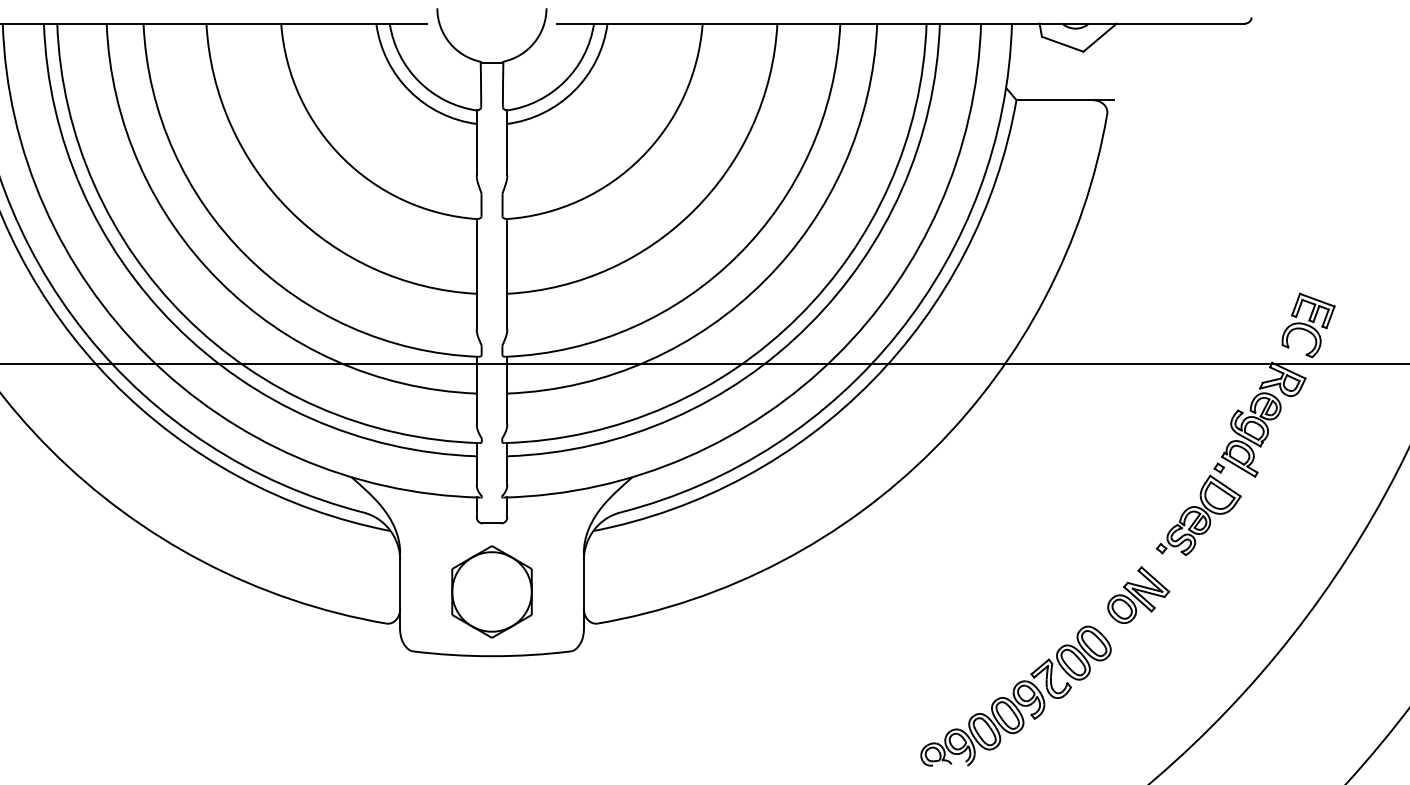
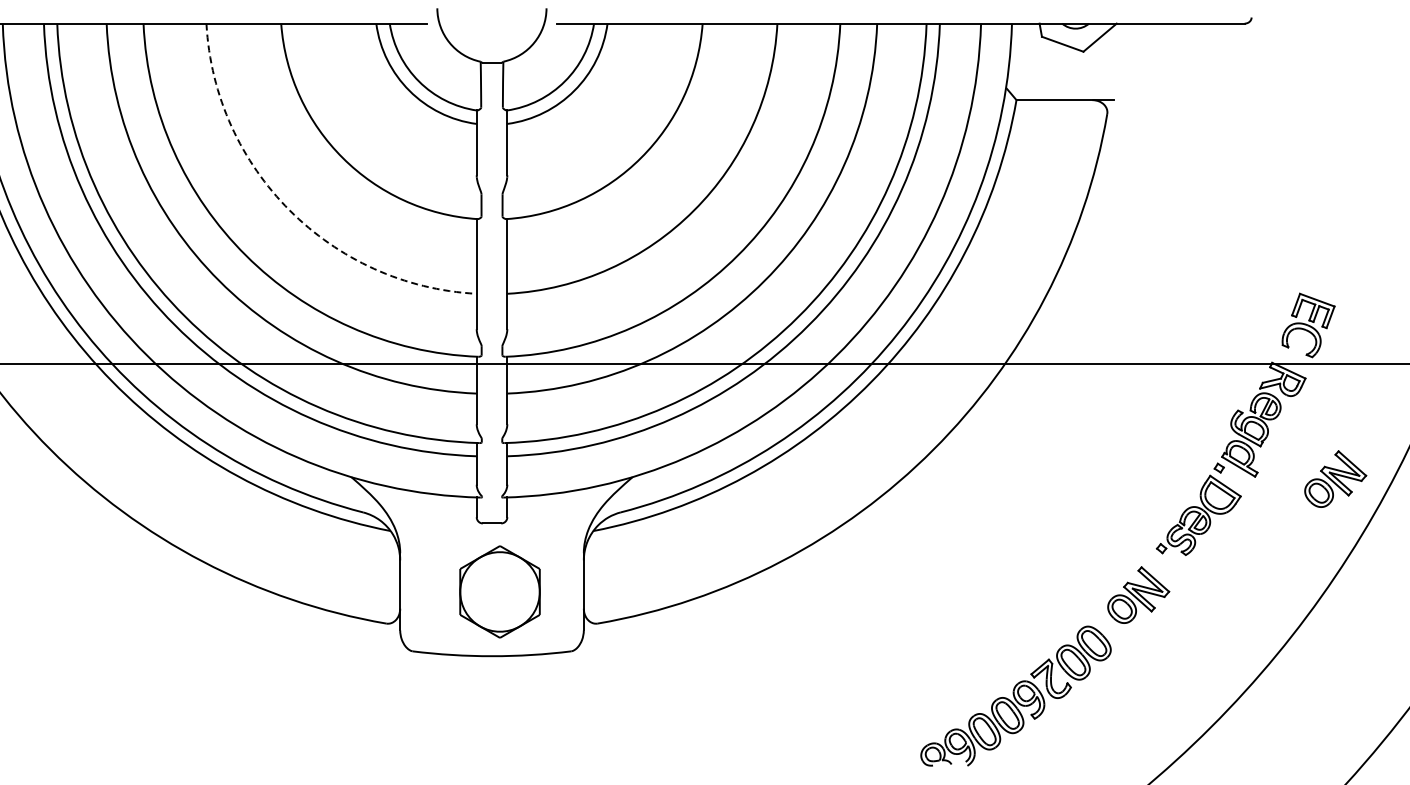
arc at (289, 210): solid -> dashed
part at (1335, 478): none -> present
part at (491, 591) position: (491, 591) -> (499, 591)
